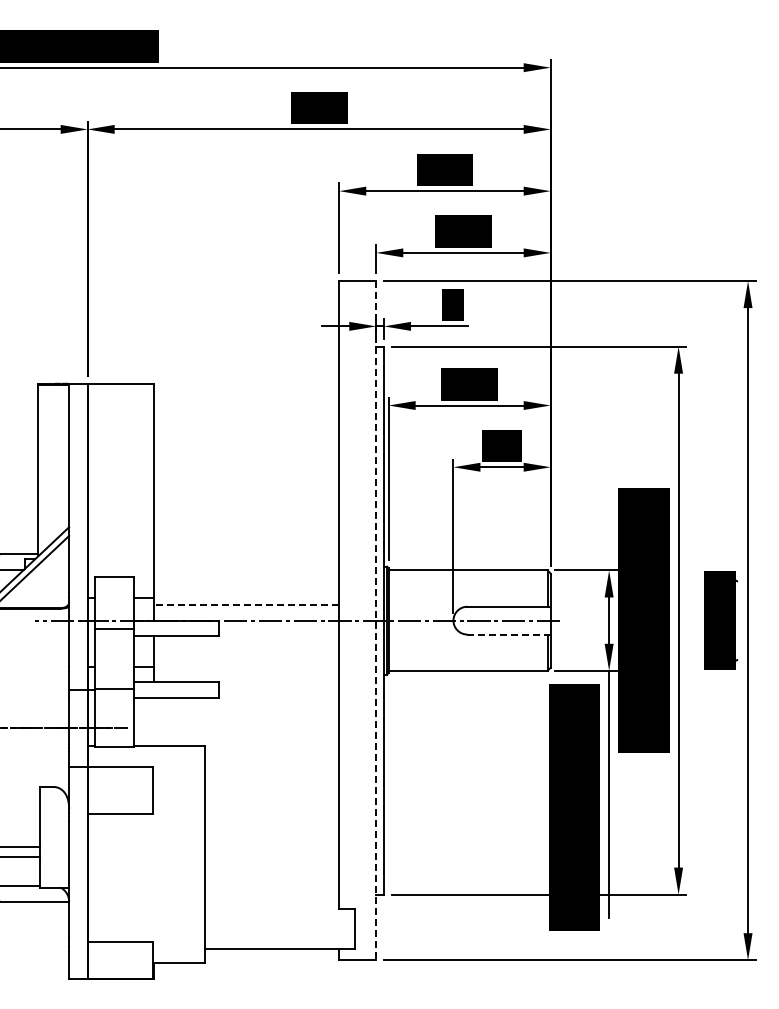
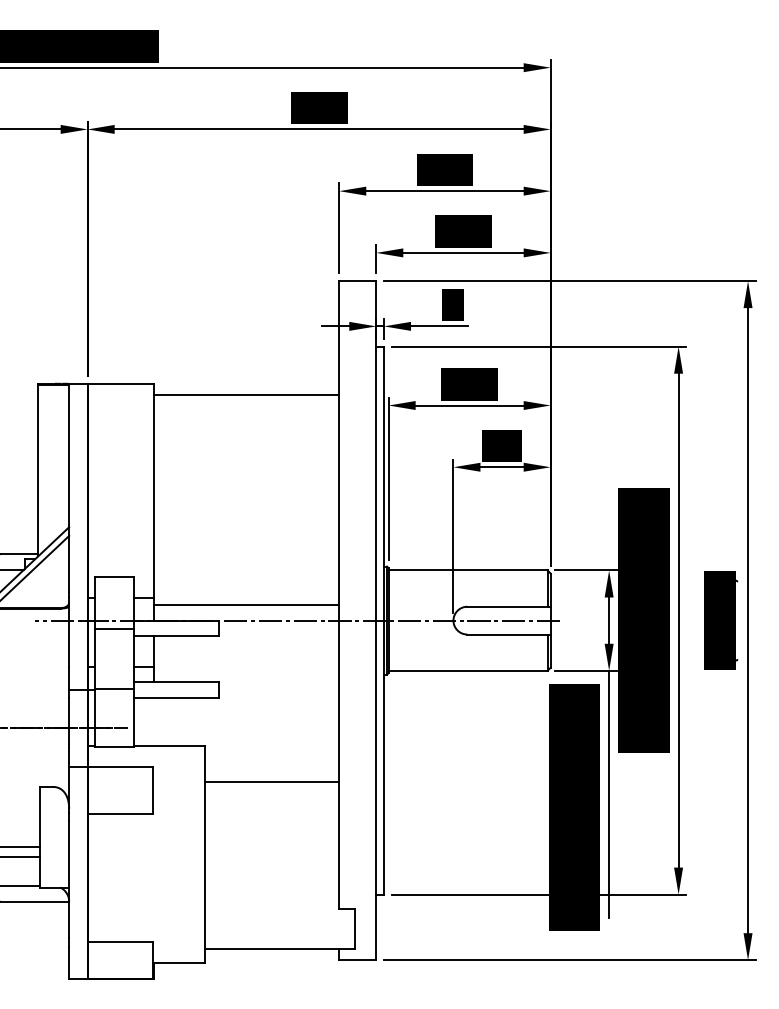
line at (246, 394): none -> present
line at (246, 605): dashed -> solid
line at (376, 620): dashed -> solid
line at (509, 634): dashed -> solid
line at (271, 781): none -> present
